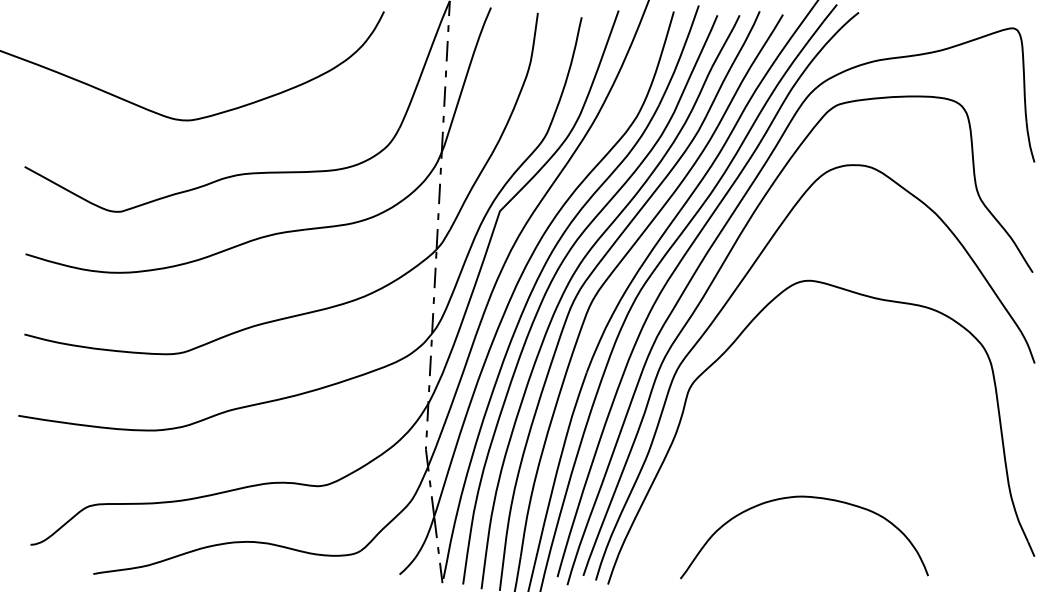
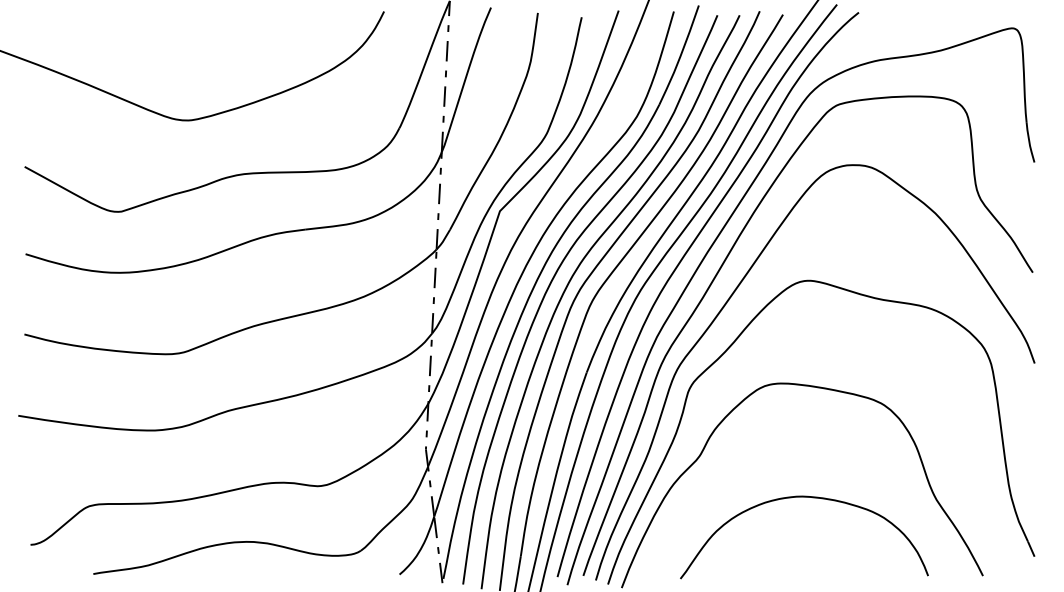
curve at (817, 388): none -> present
